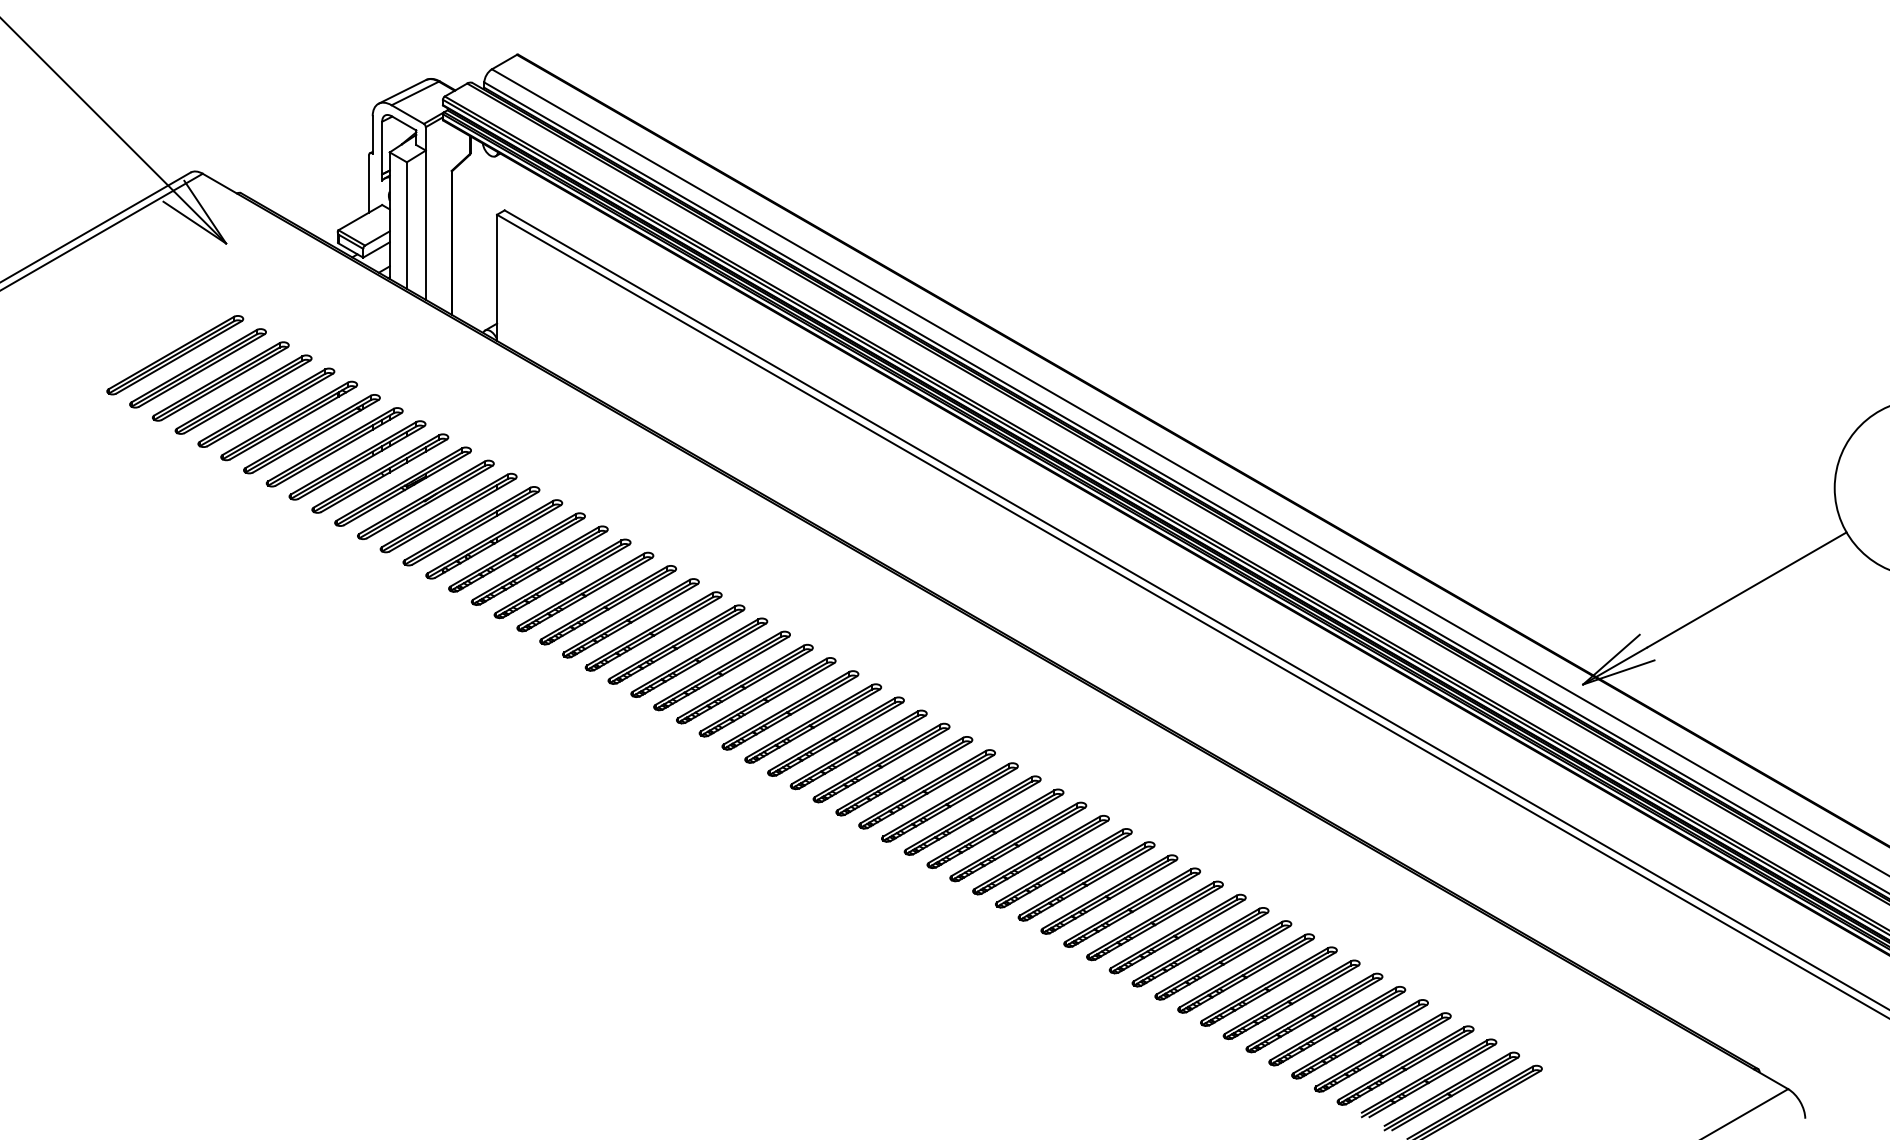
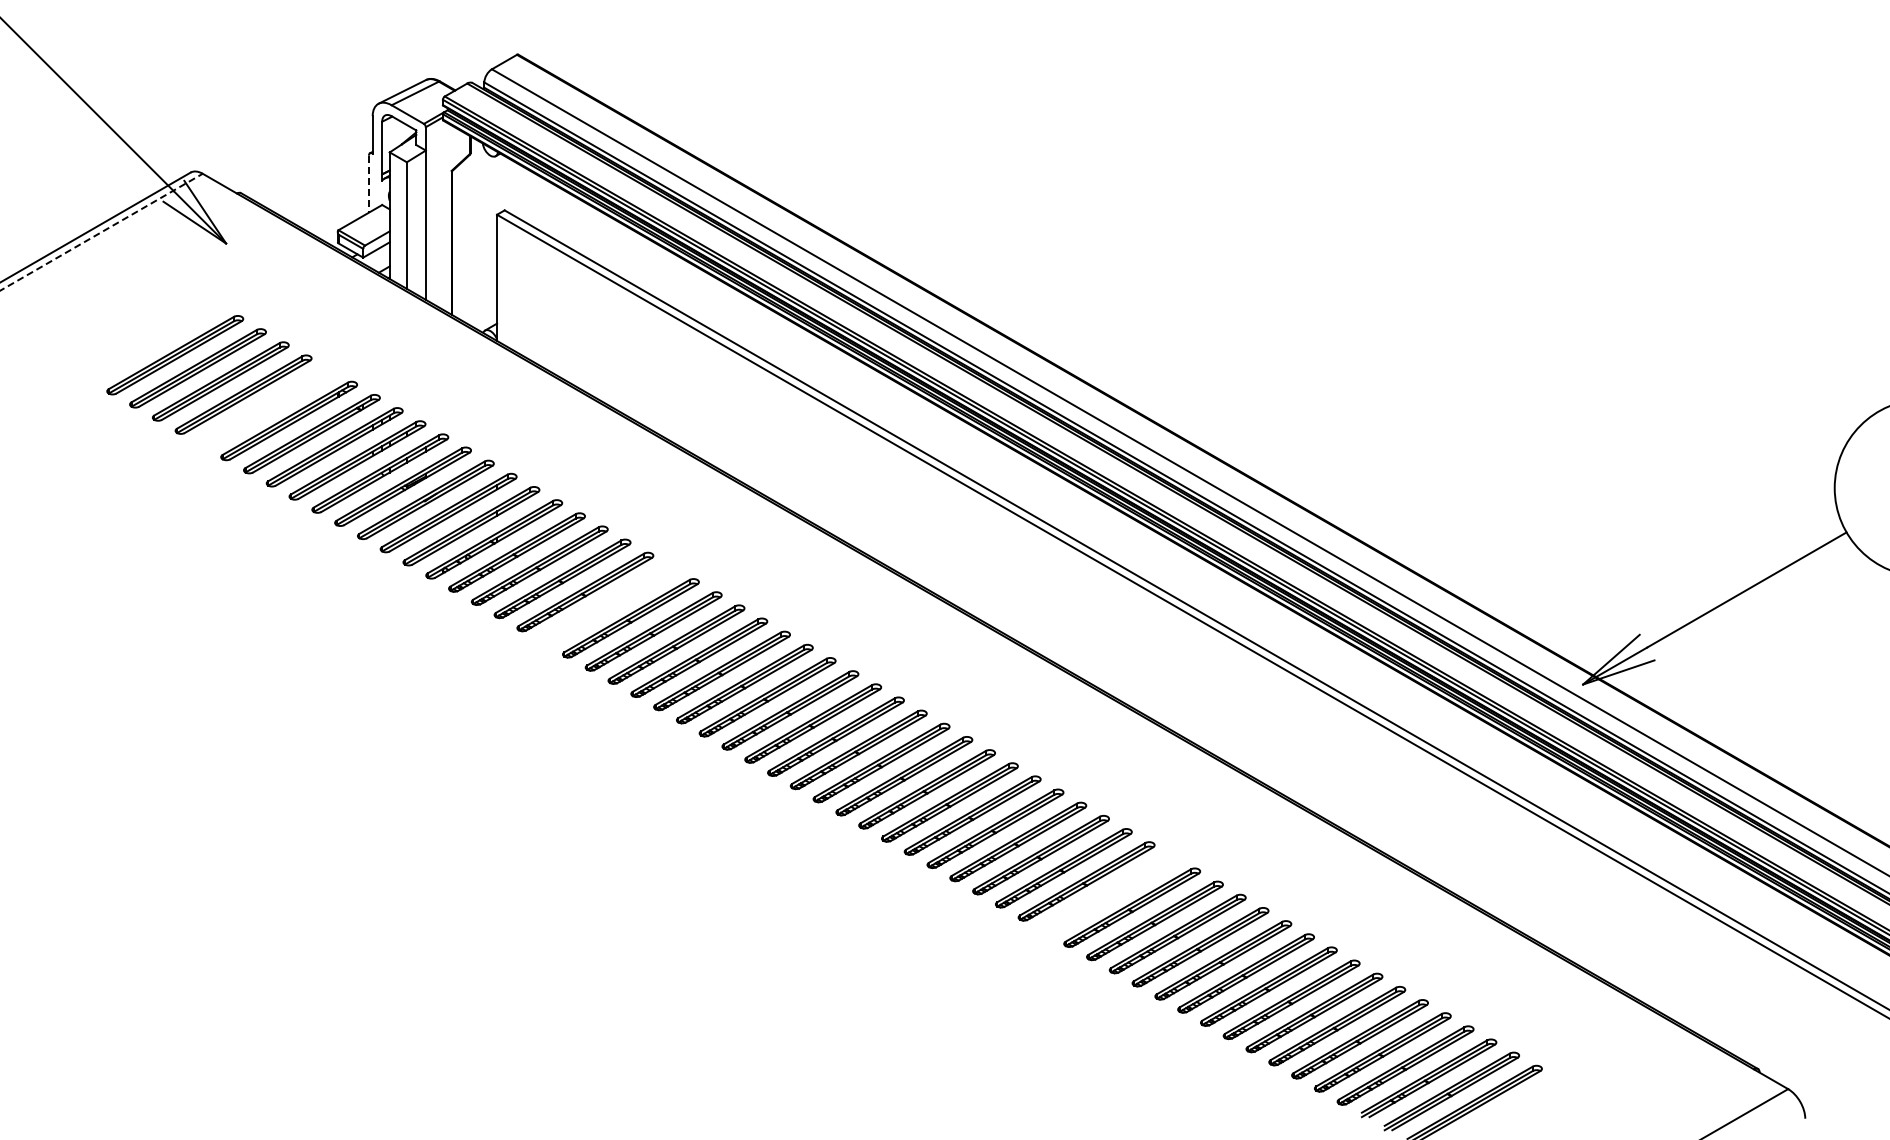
line at (368, 184): solid -> dashed
line at (101, 232): solid -> dashed
part at (266, 407): present -> none
part at (607, 605): present -> none
part at (1109, 894): present -> none
